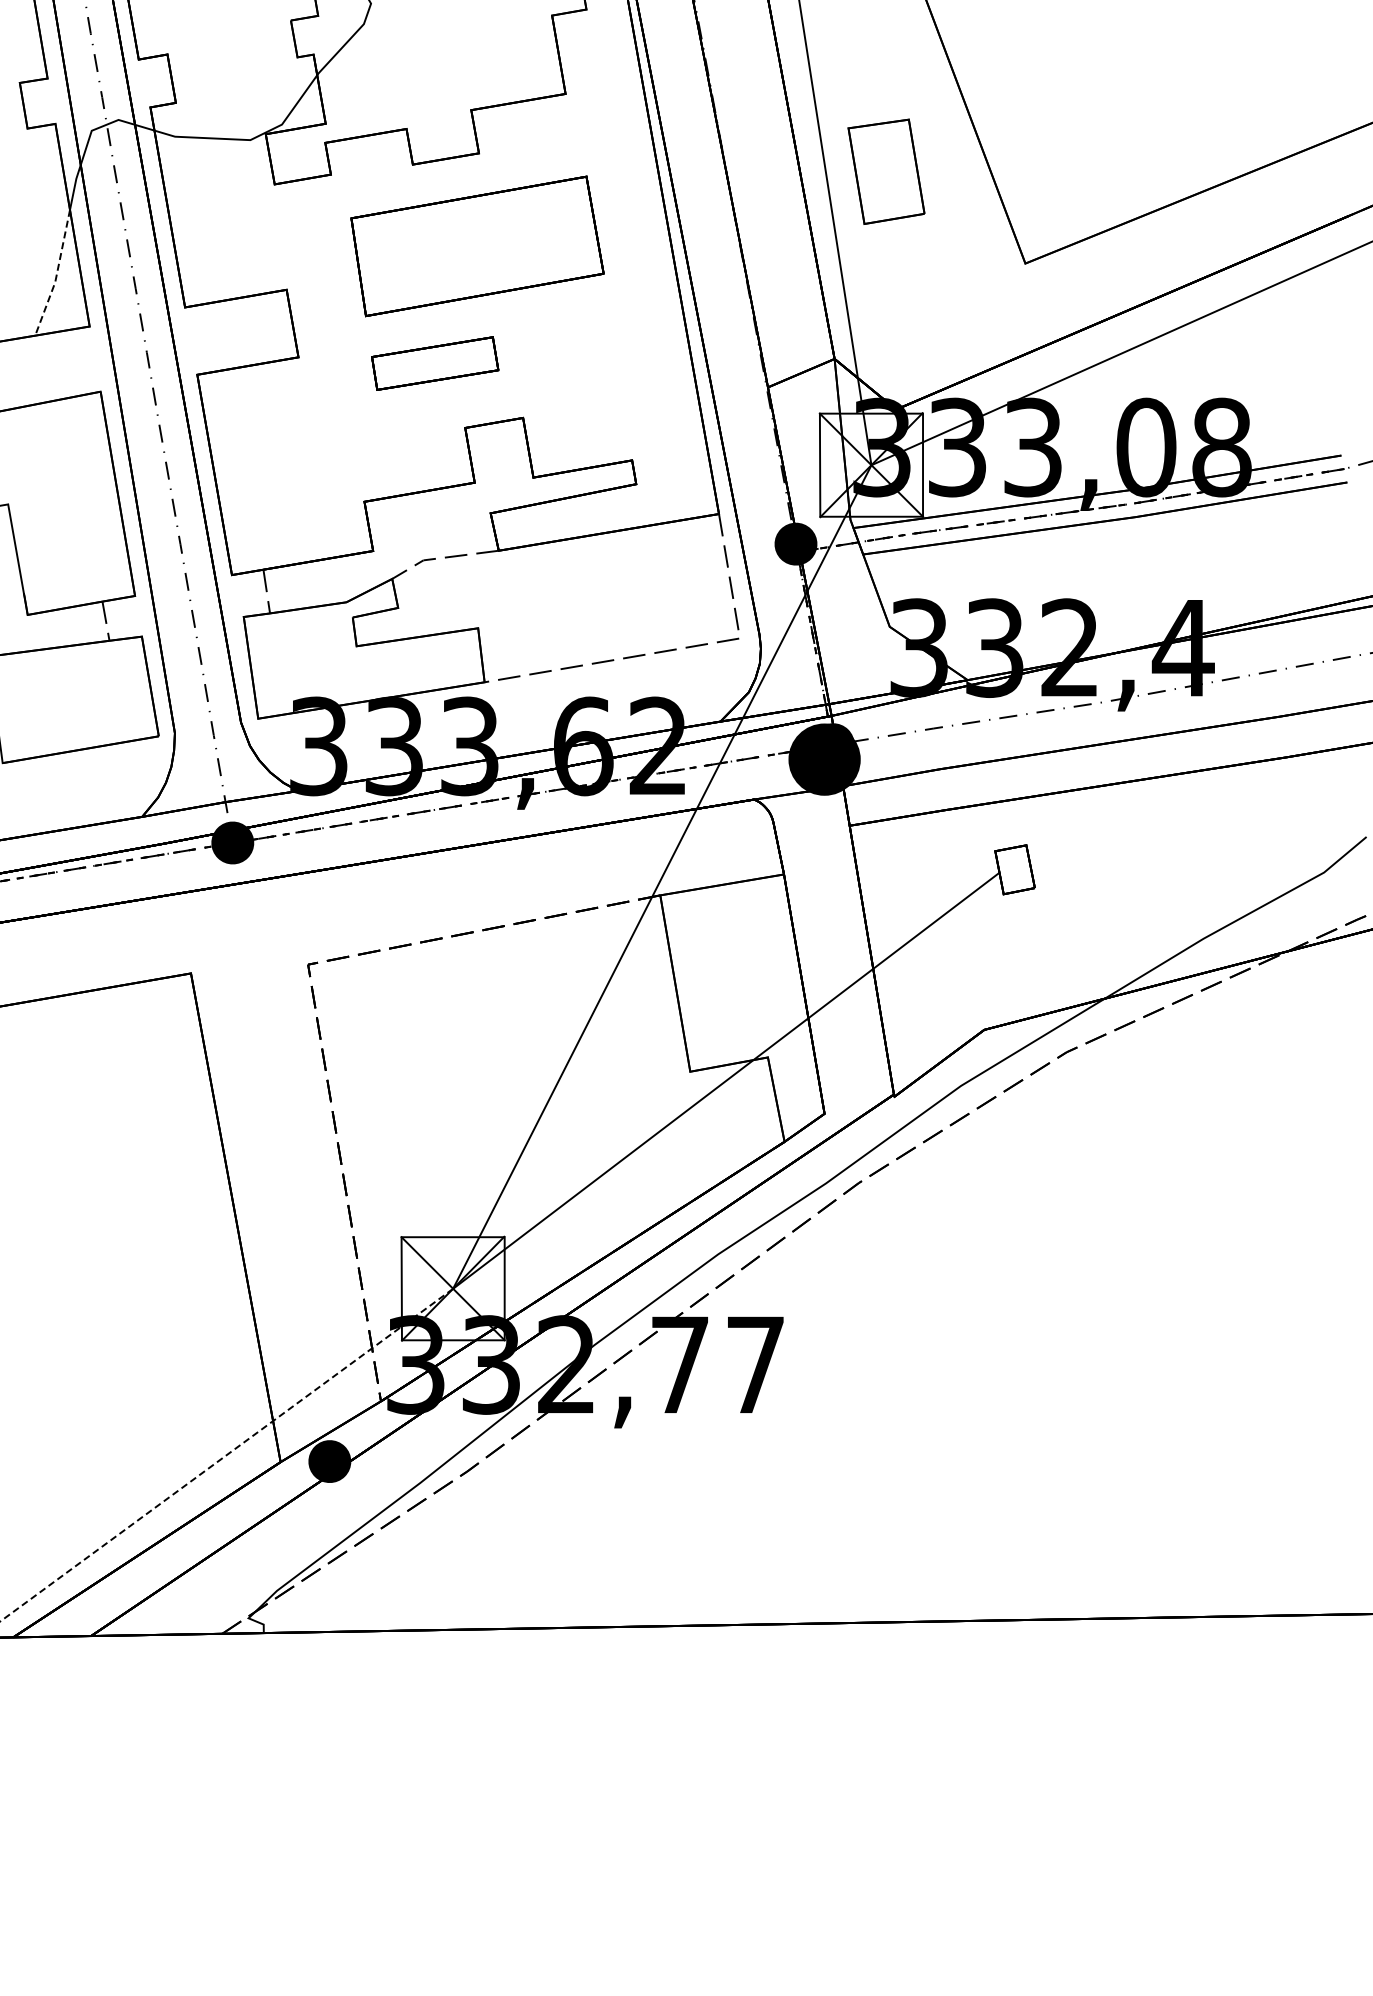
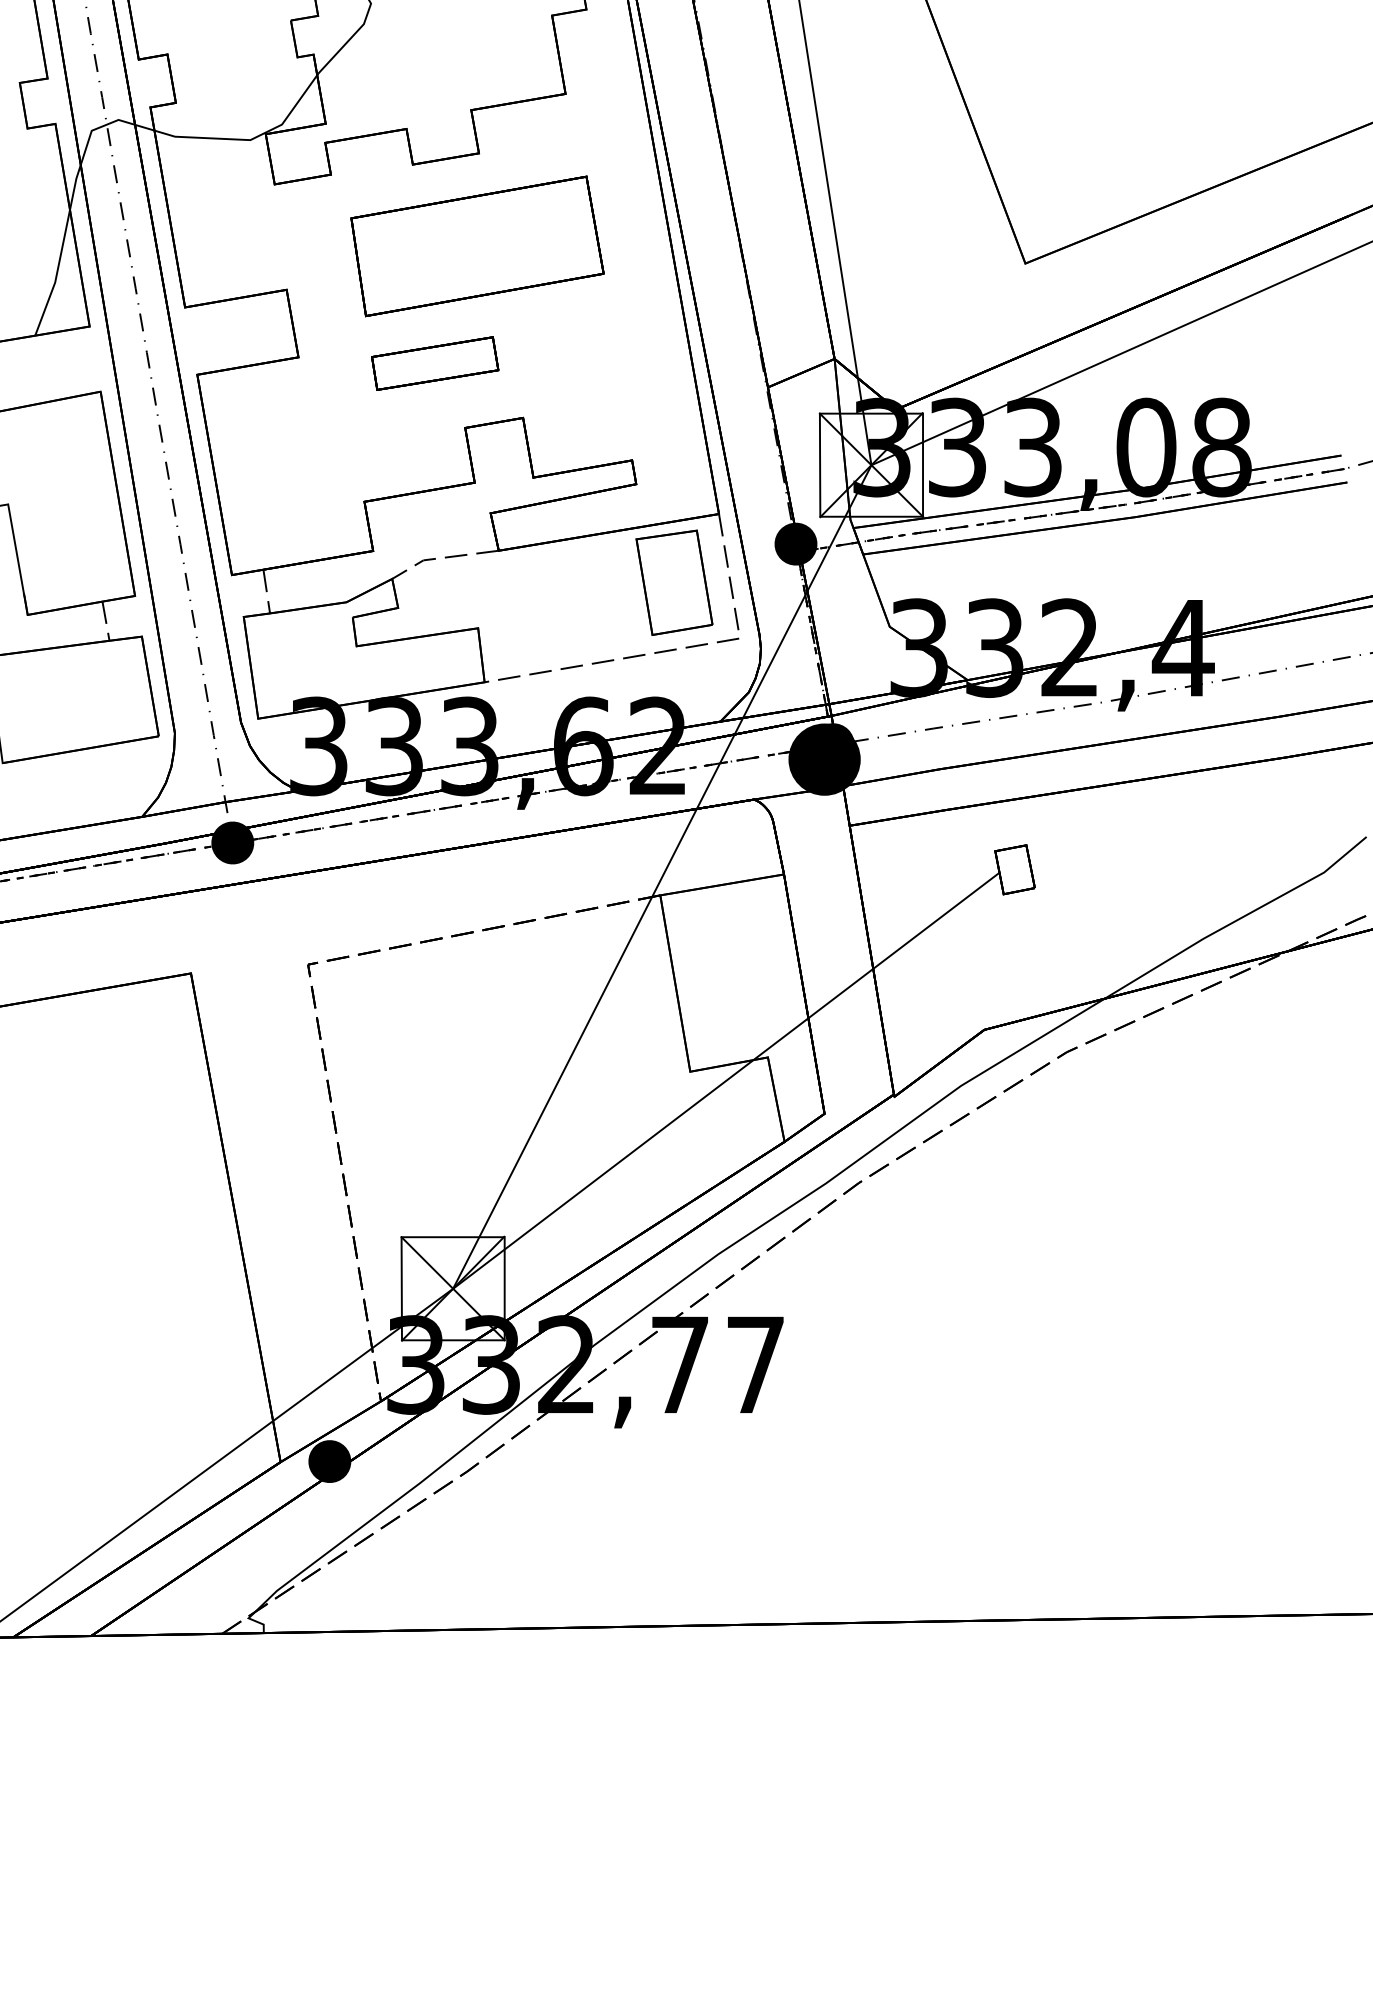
part at (886, 171) position: (886, 171) -> (674, 582)
line at (56, 274): dashed -> solid
line at (226, 1455): dashed -> solid
